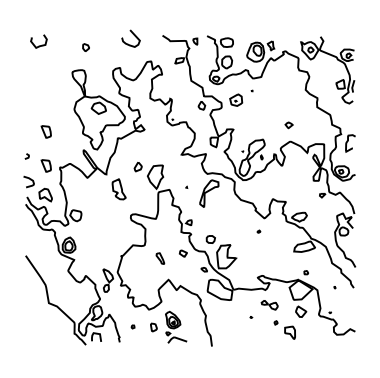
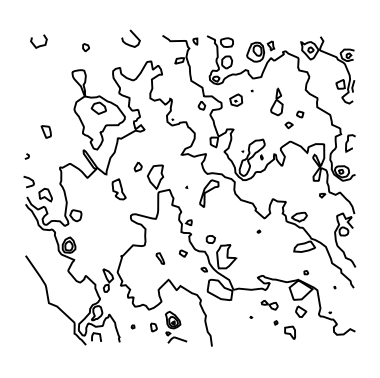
part at (276, 101): none -> present
part at (300, 114): none -> present
part at (45, 165): present -> none
